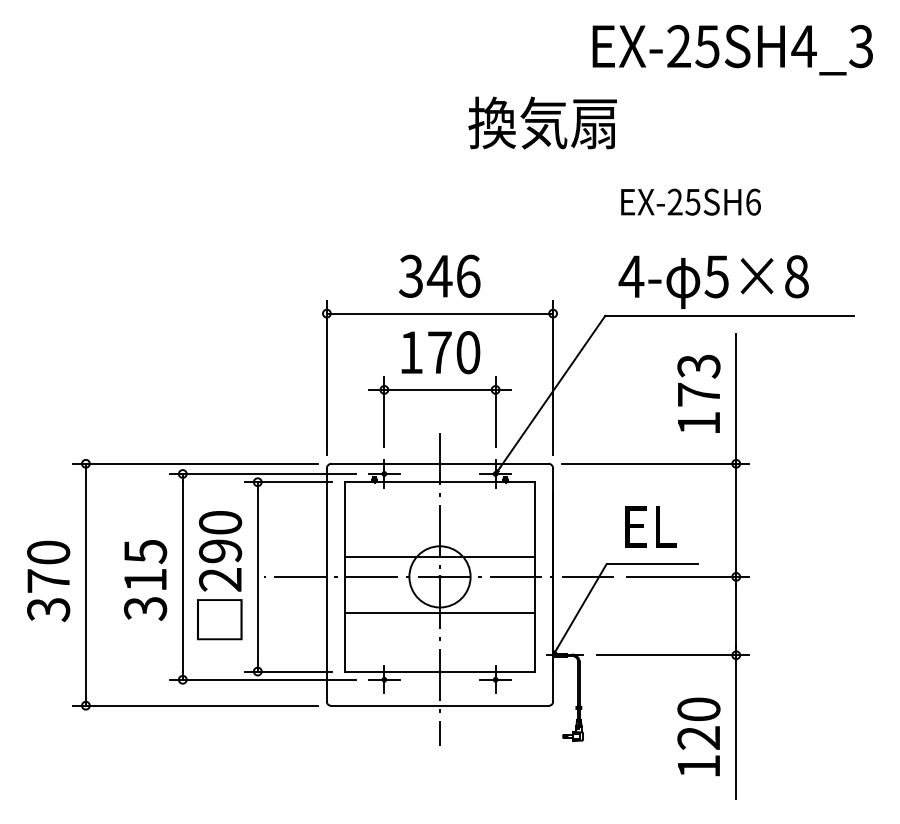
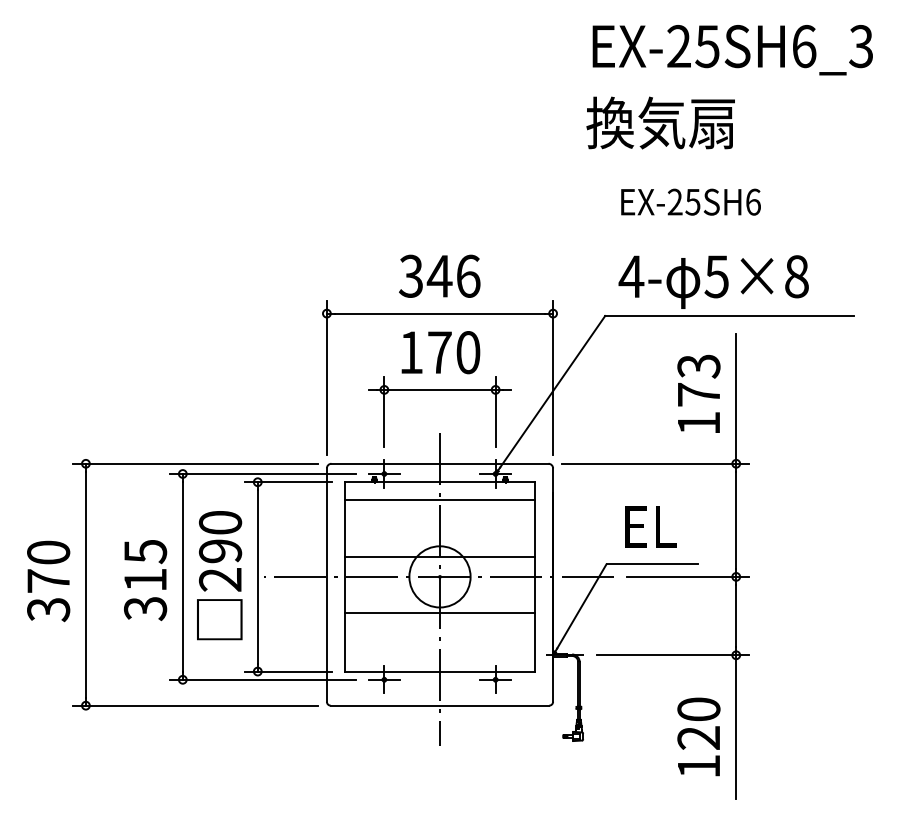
text at (803, 46): EX-25SH4_3 -> EX-25SH6_3
text at (542, 122) position: (542, 122) -> (660, 122)
line at (440, 500): none -> present
